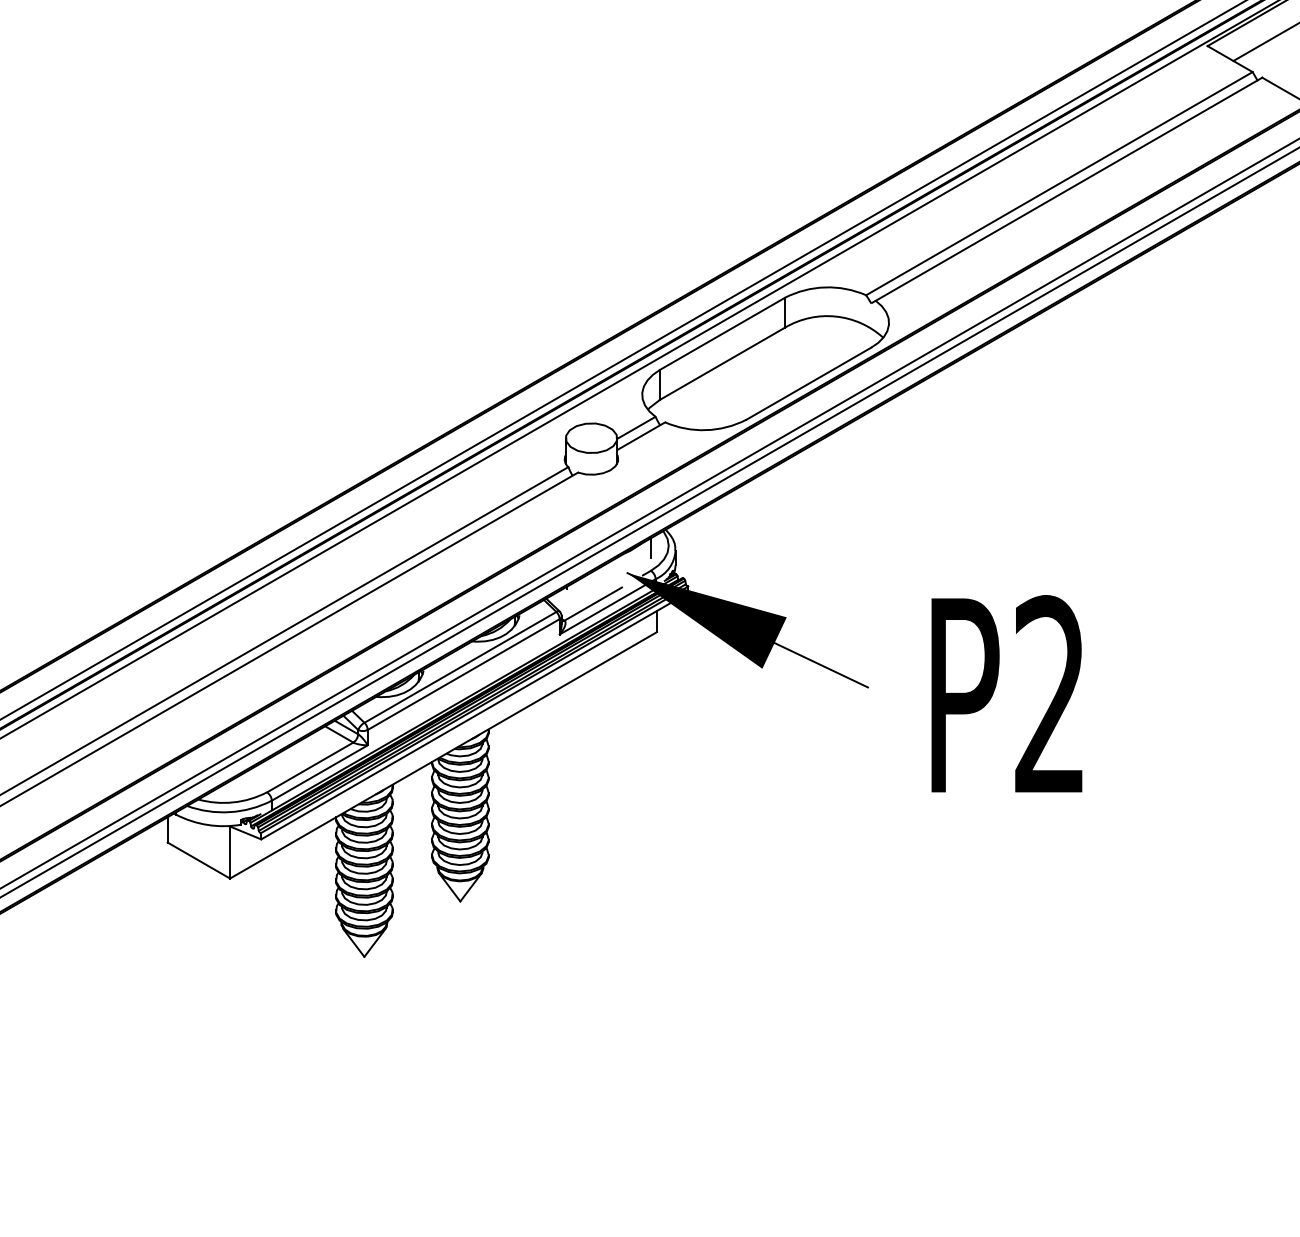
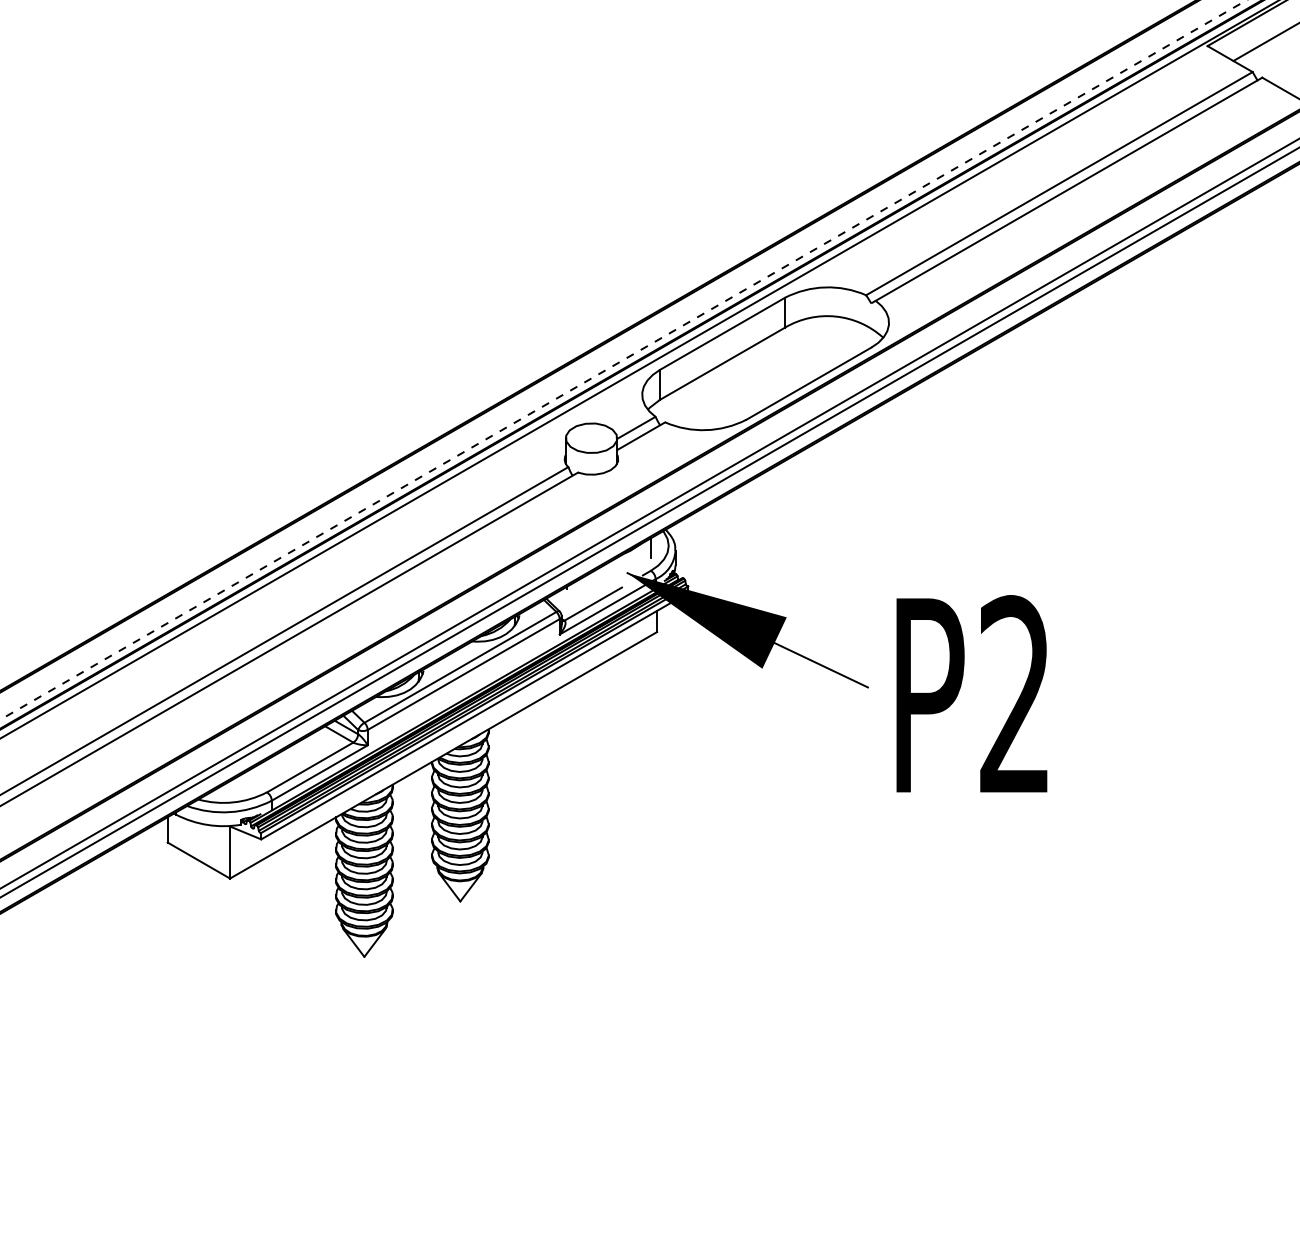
line at (624, 359): solid -> dashed
text at (1006, 693) position: (1006, 693) -> (971, 693)
